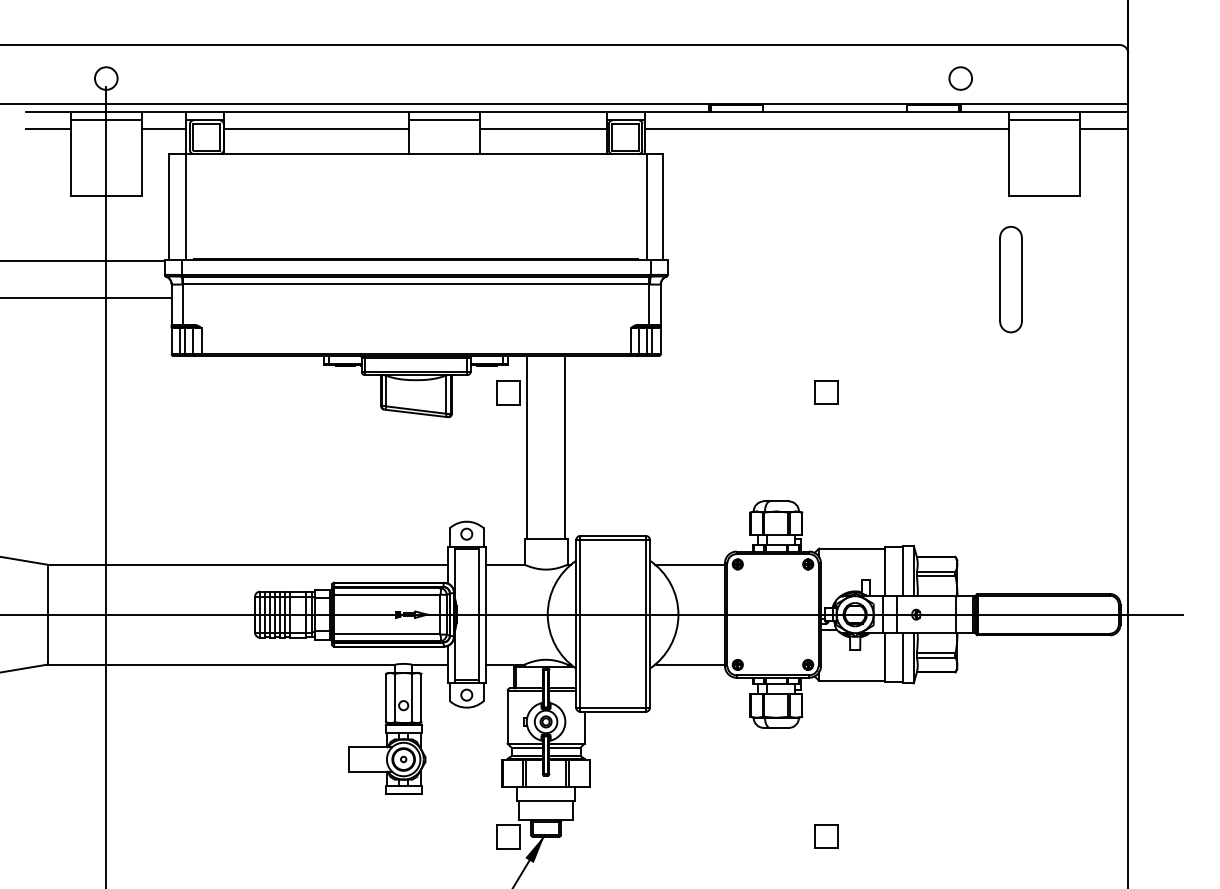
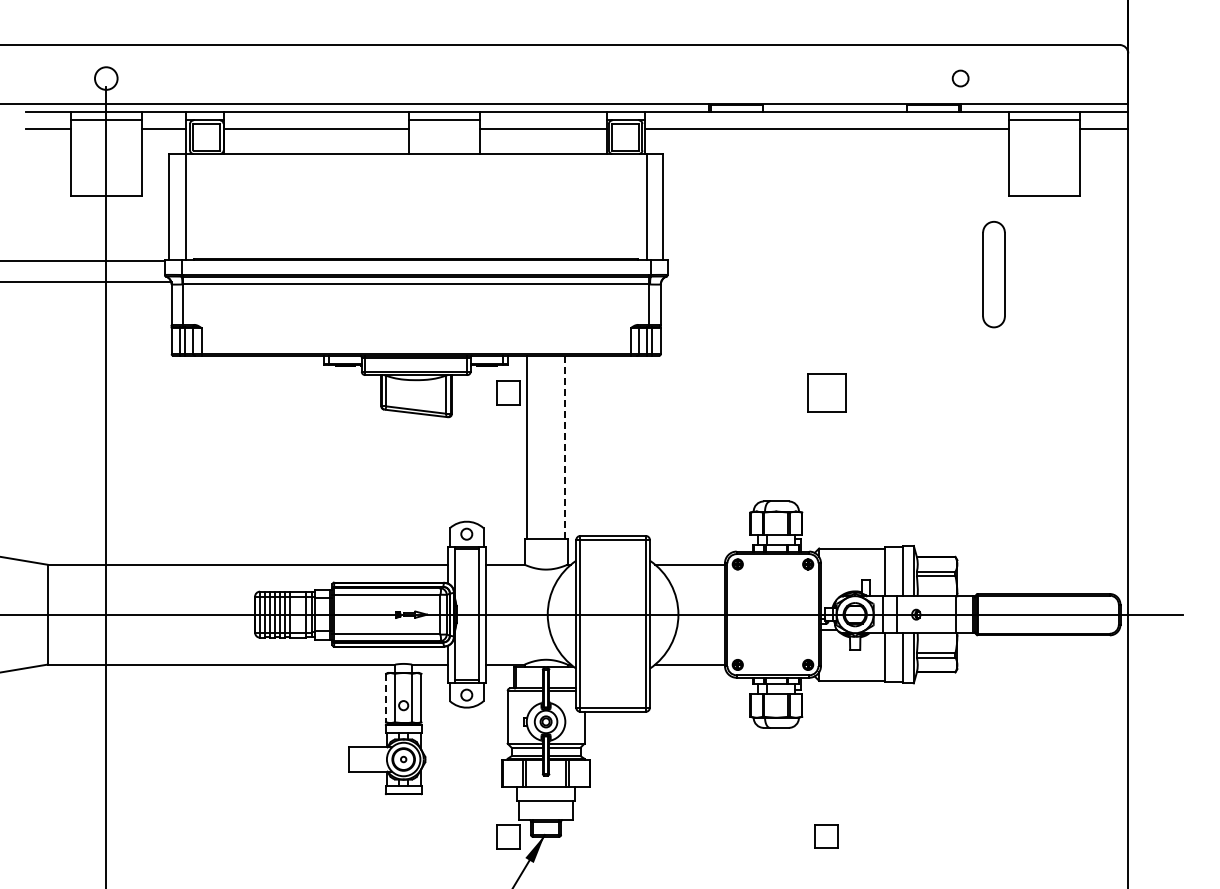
circle at (960, 78) size: 25x25 px -> 19x19 px
part at (1010, 279) position: (1010, 279) -> (993, 274)
line at (86, 298) position: (86, 298) -> (86, 282)
part at (826, 392) size: 25x25 px -> 40x40 px
line at (564, 447): solid -> dashed
line at (386, 698): solid -> dashed
